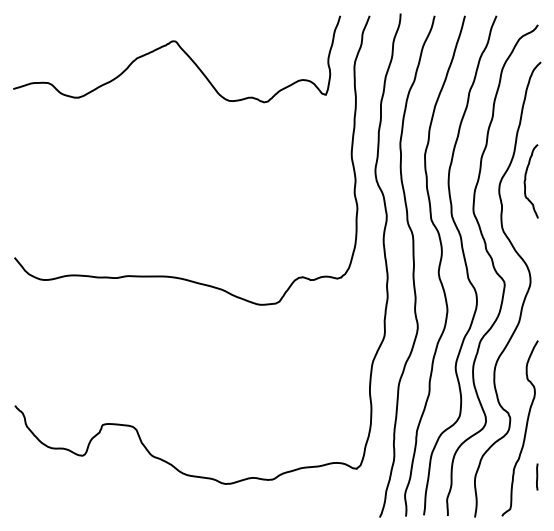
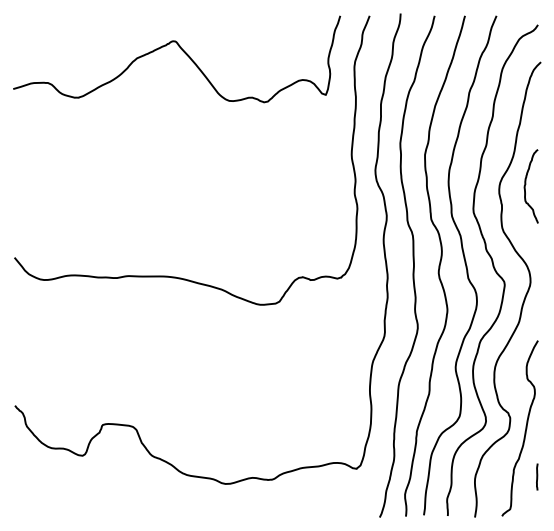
curve at (526, 179) position: (526, 179) -> (526, 184)
